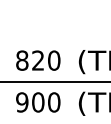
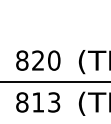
text at (38, 102): 900 -> 813
